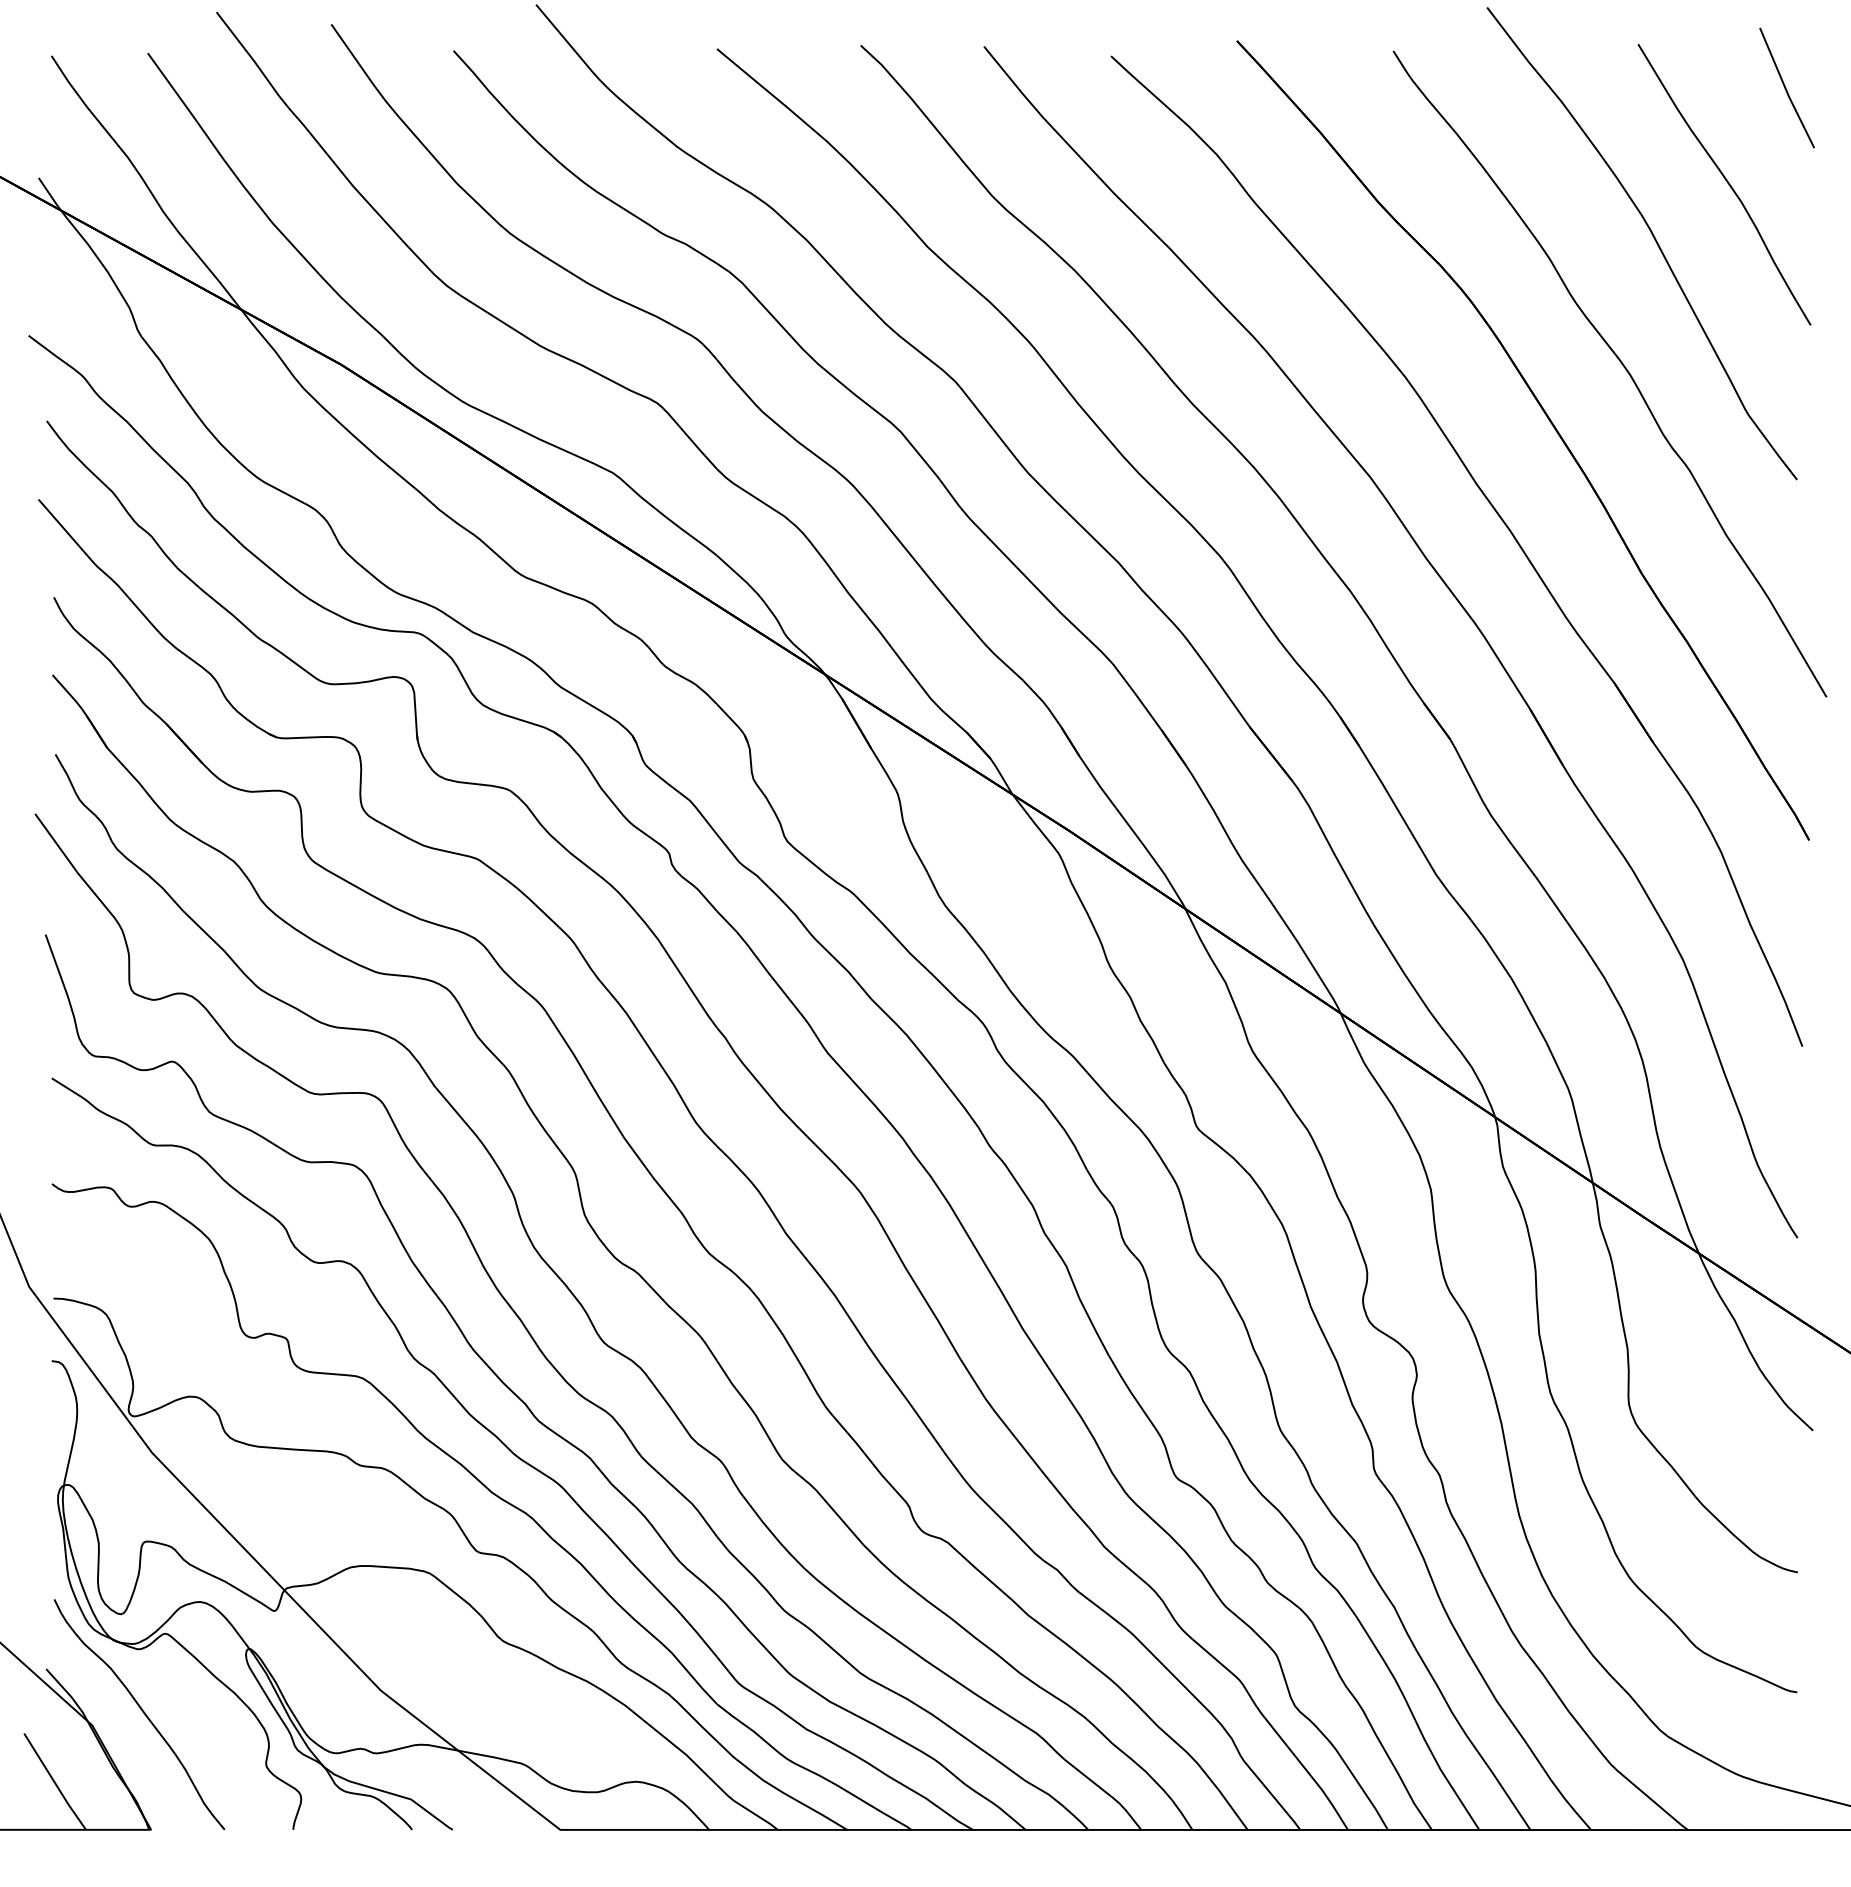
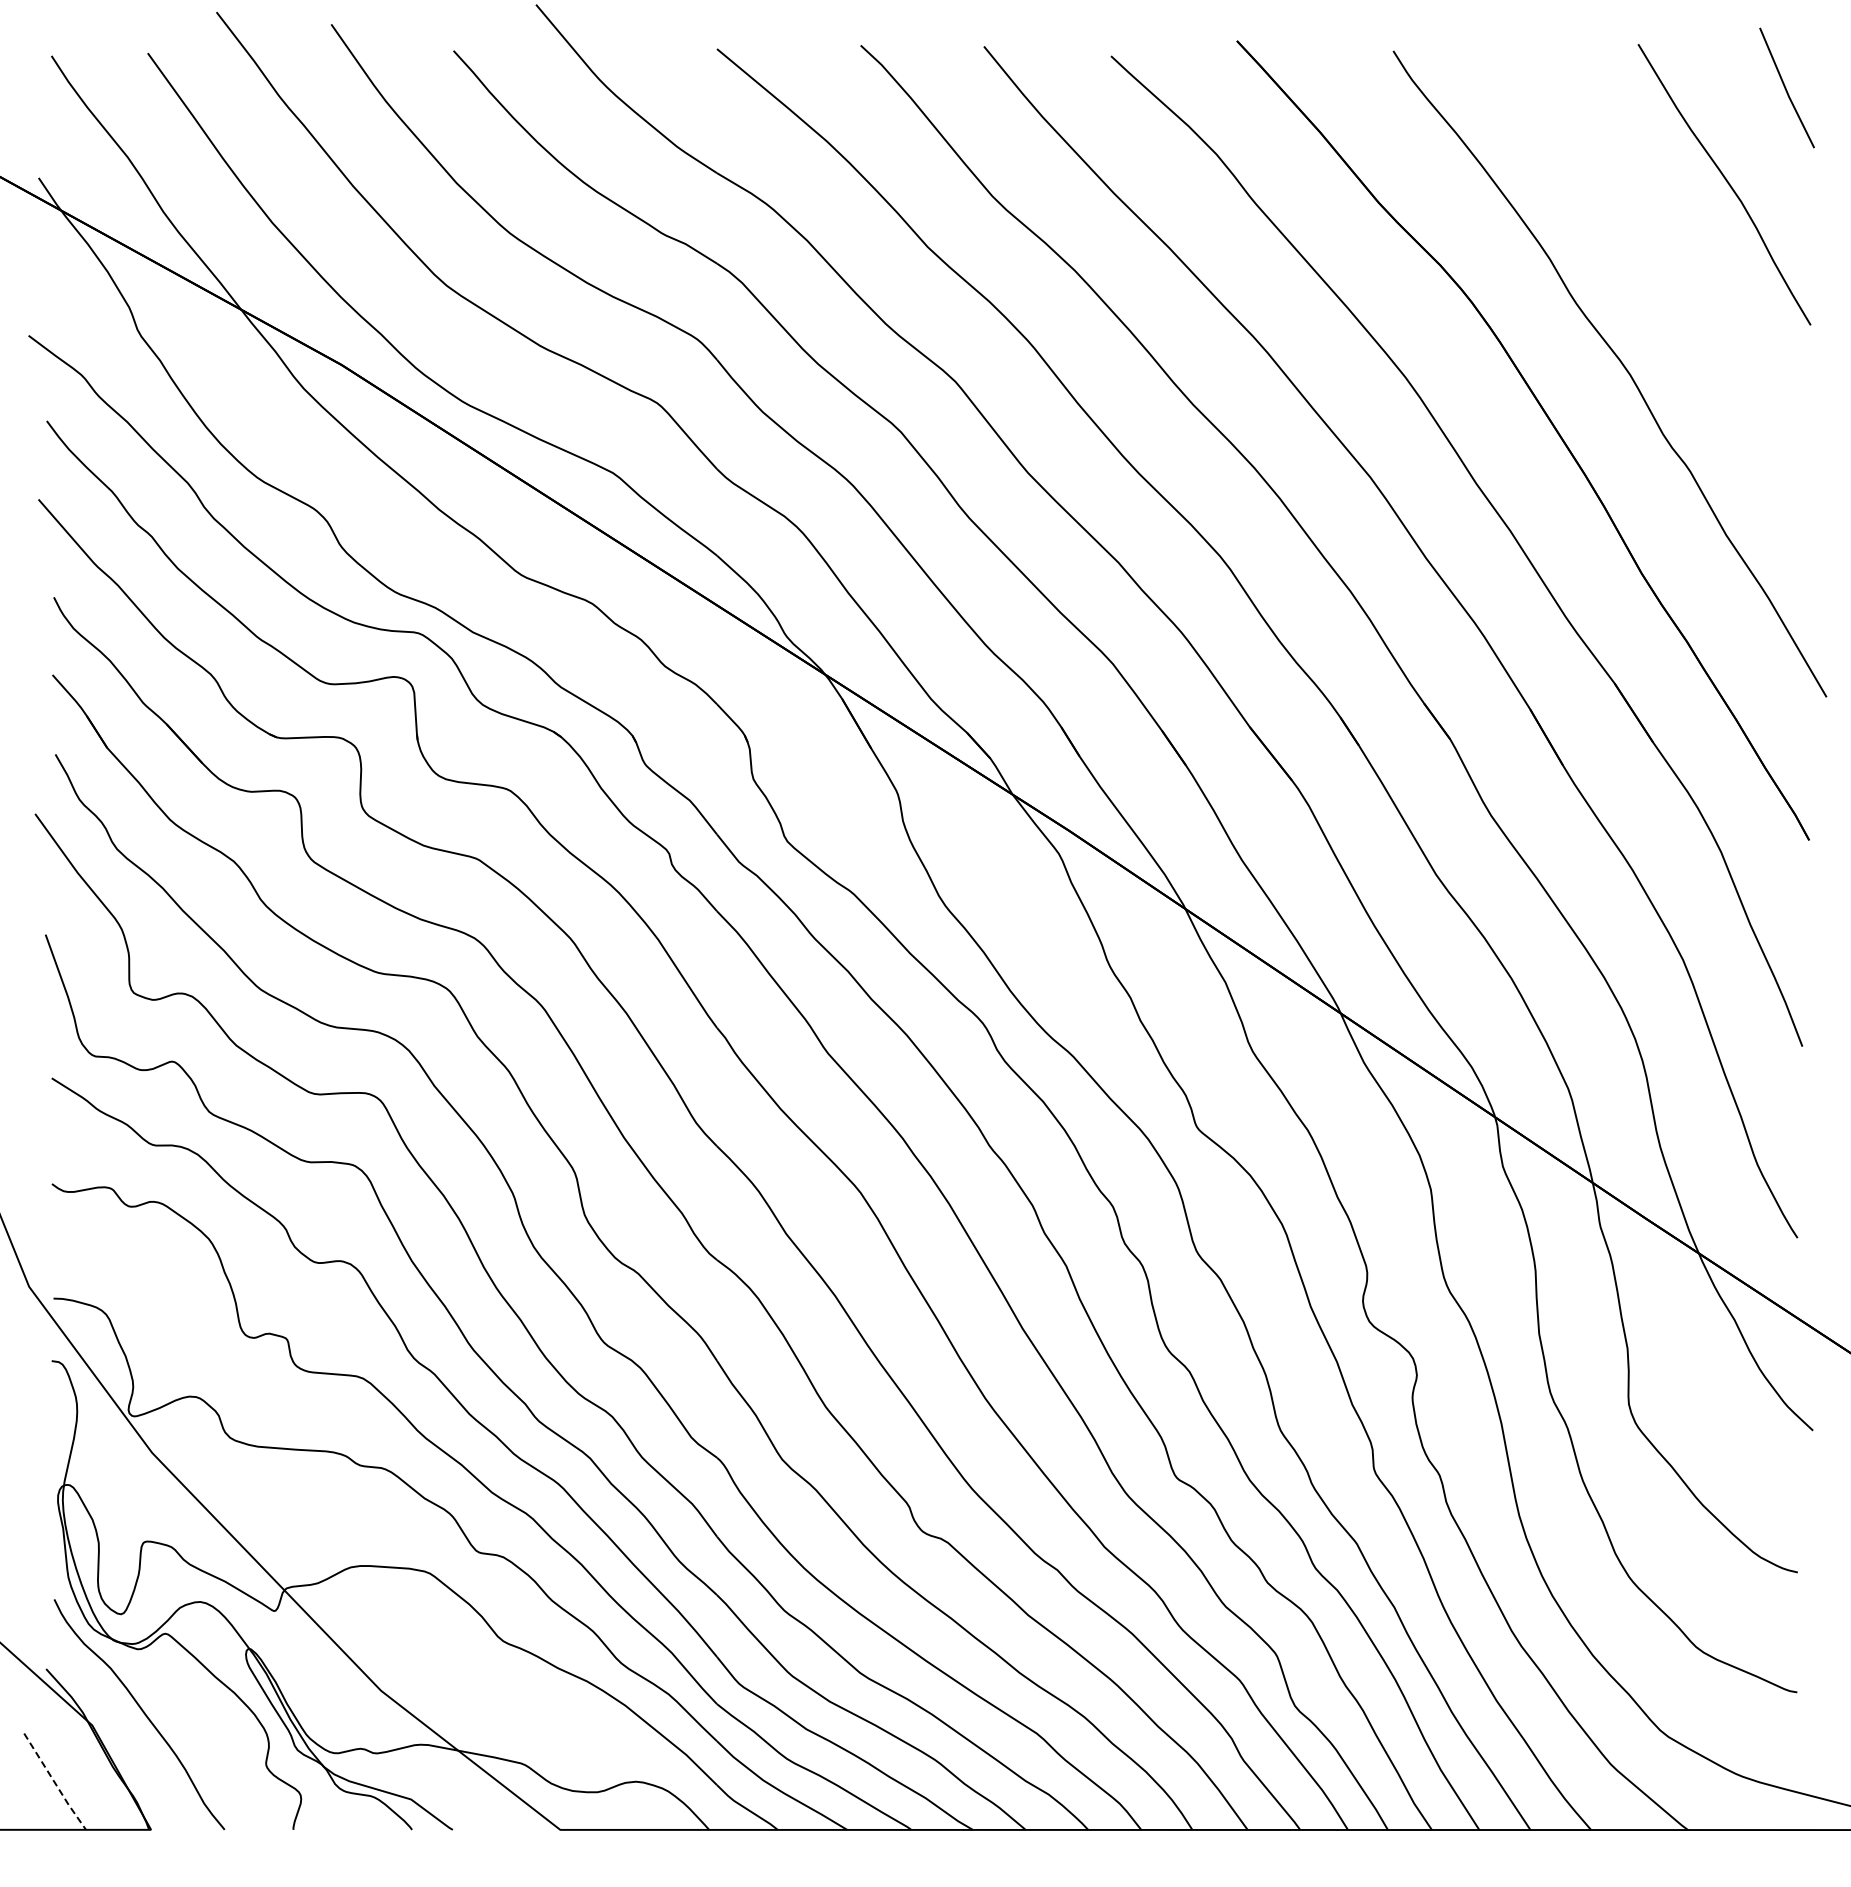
curve at (1653, 238): present -> none
line at (55, 1783): solid -> dashed
